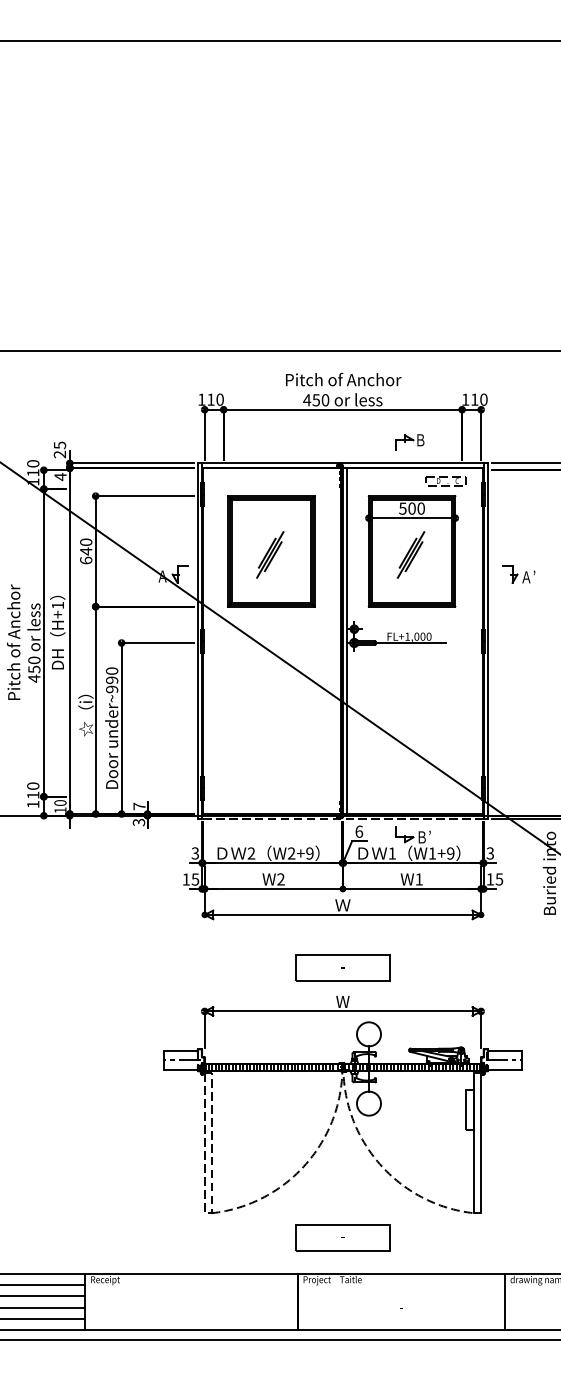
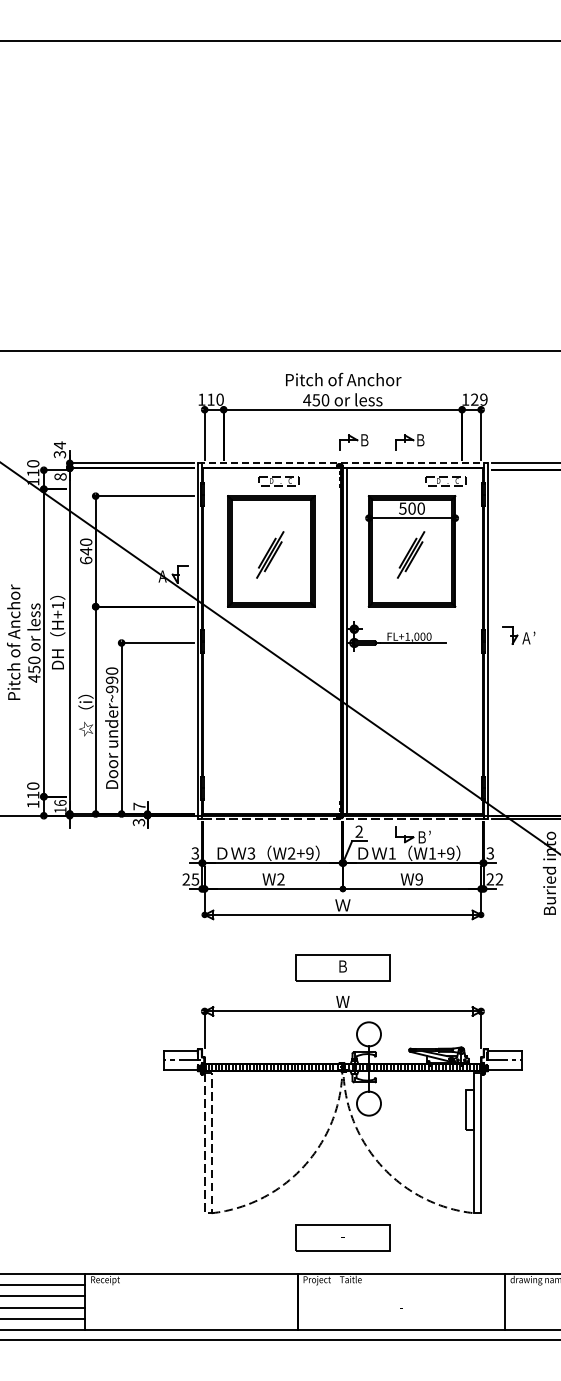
text at (479, 399): 110 -> 129
part at (353, 442): none -> present
text at (60, 449): 25 -> 34
line at (343, 463): solid -> dashed
text at (60, 476): 4 -> 8
part at (278, 481): none -> present
part at (518, 574) position: (518, 574) -> (518, 635)
text at (60, 802): 10 -> 16
text at (359, 831): 6 -> 2
text at (251, 853): 2 -> 3
text at (185, 879): 15 -> 25
text at (418, 879): W1 -> W9
text at (494, 879): 15 -> 22
text at (342, 966): - -> Ｂ
